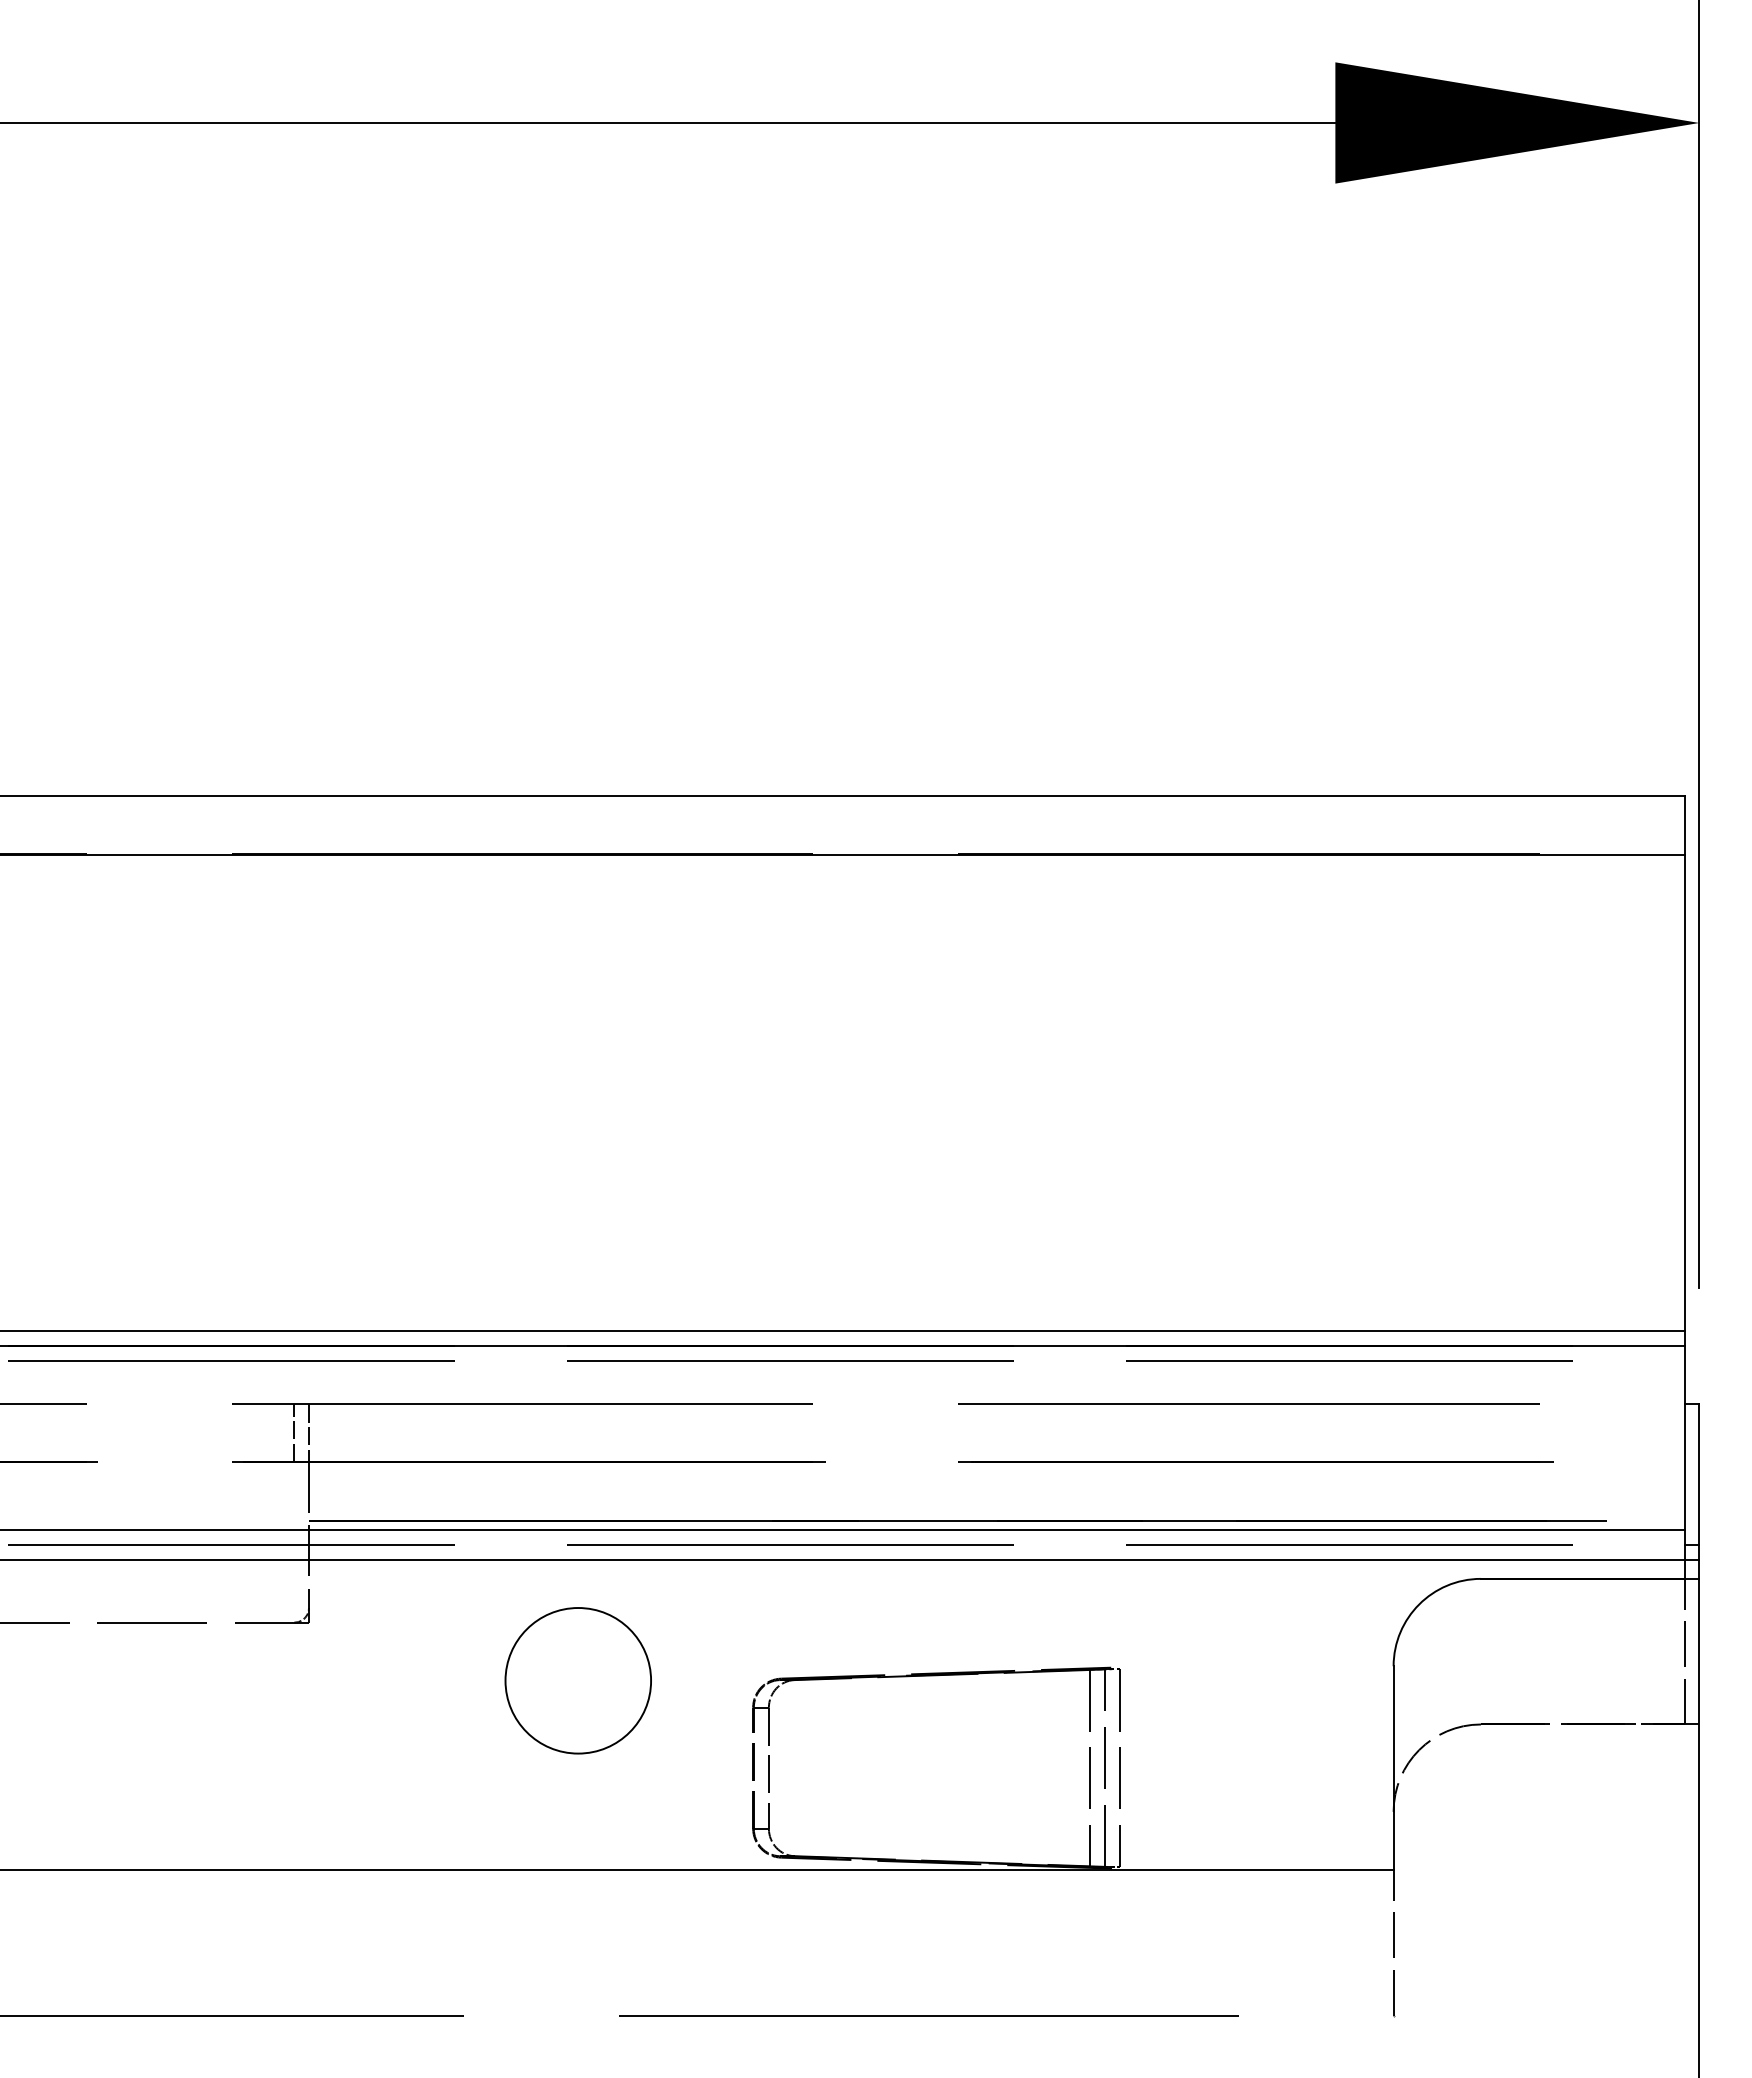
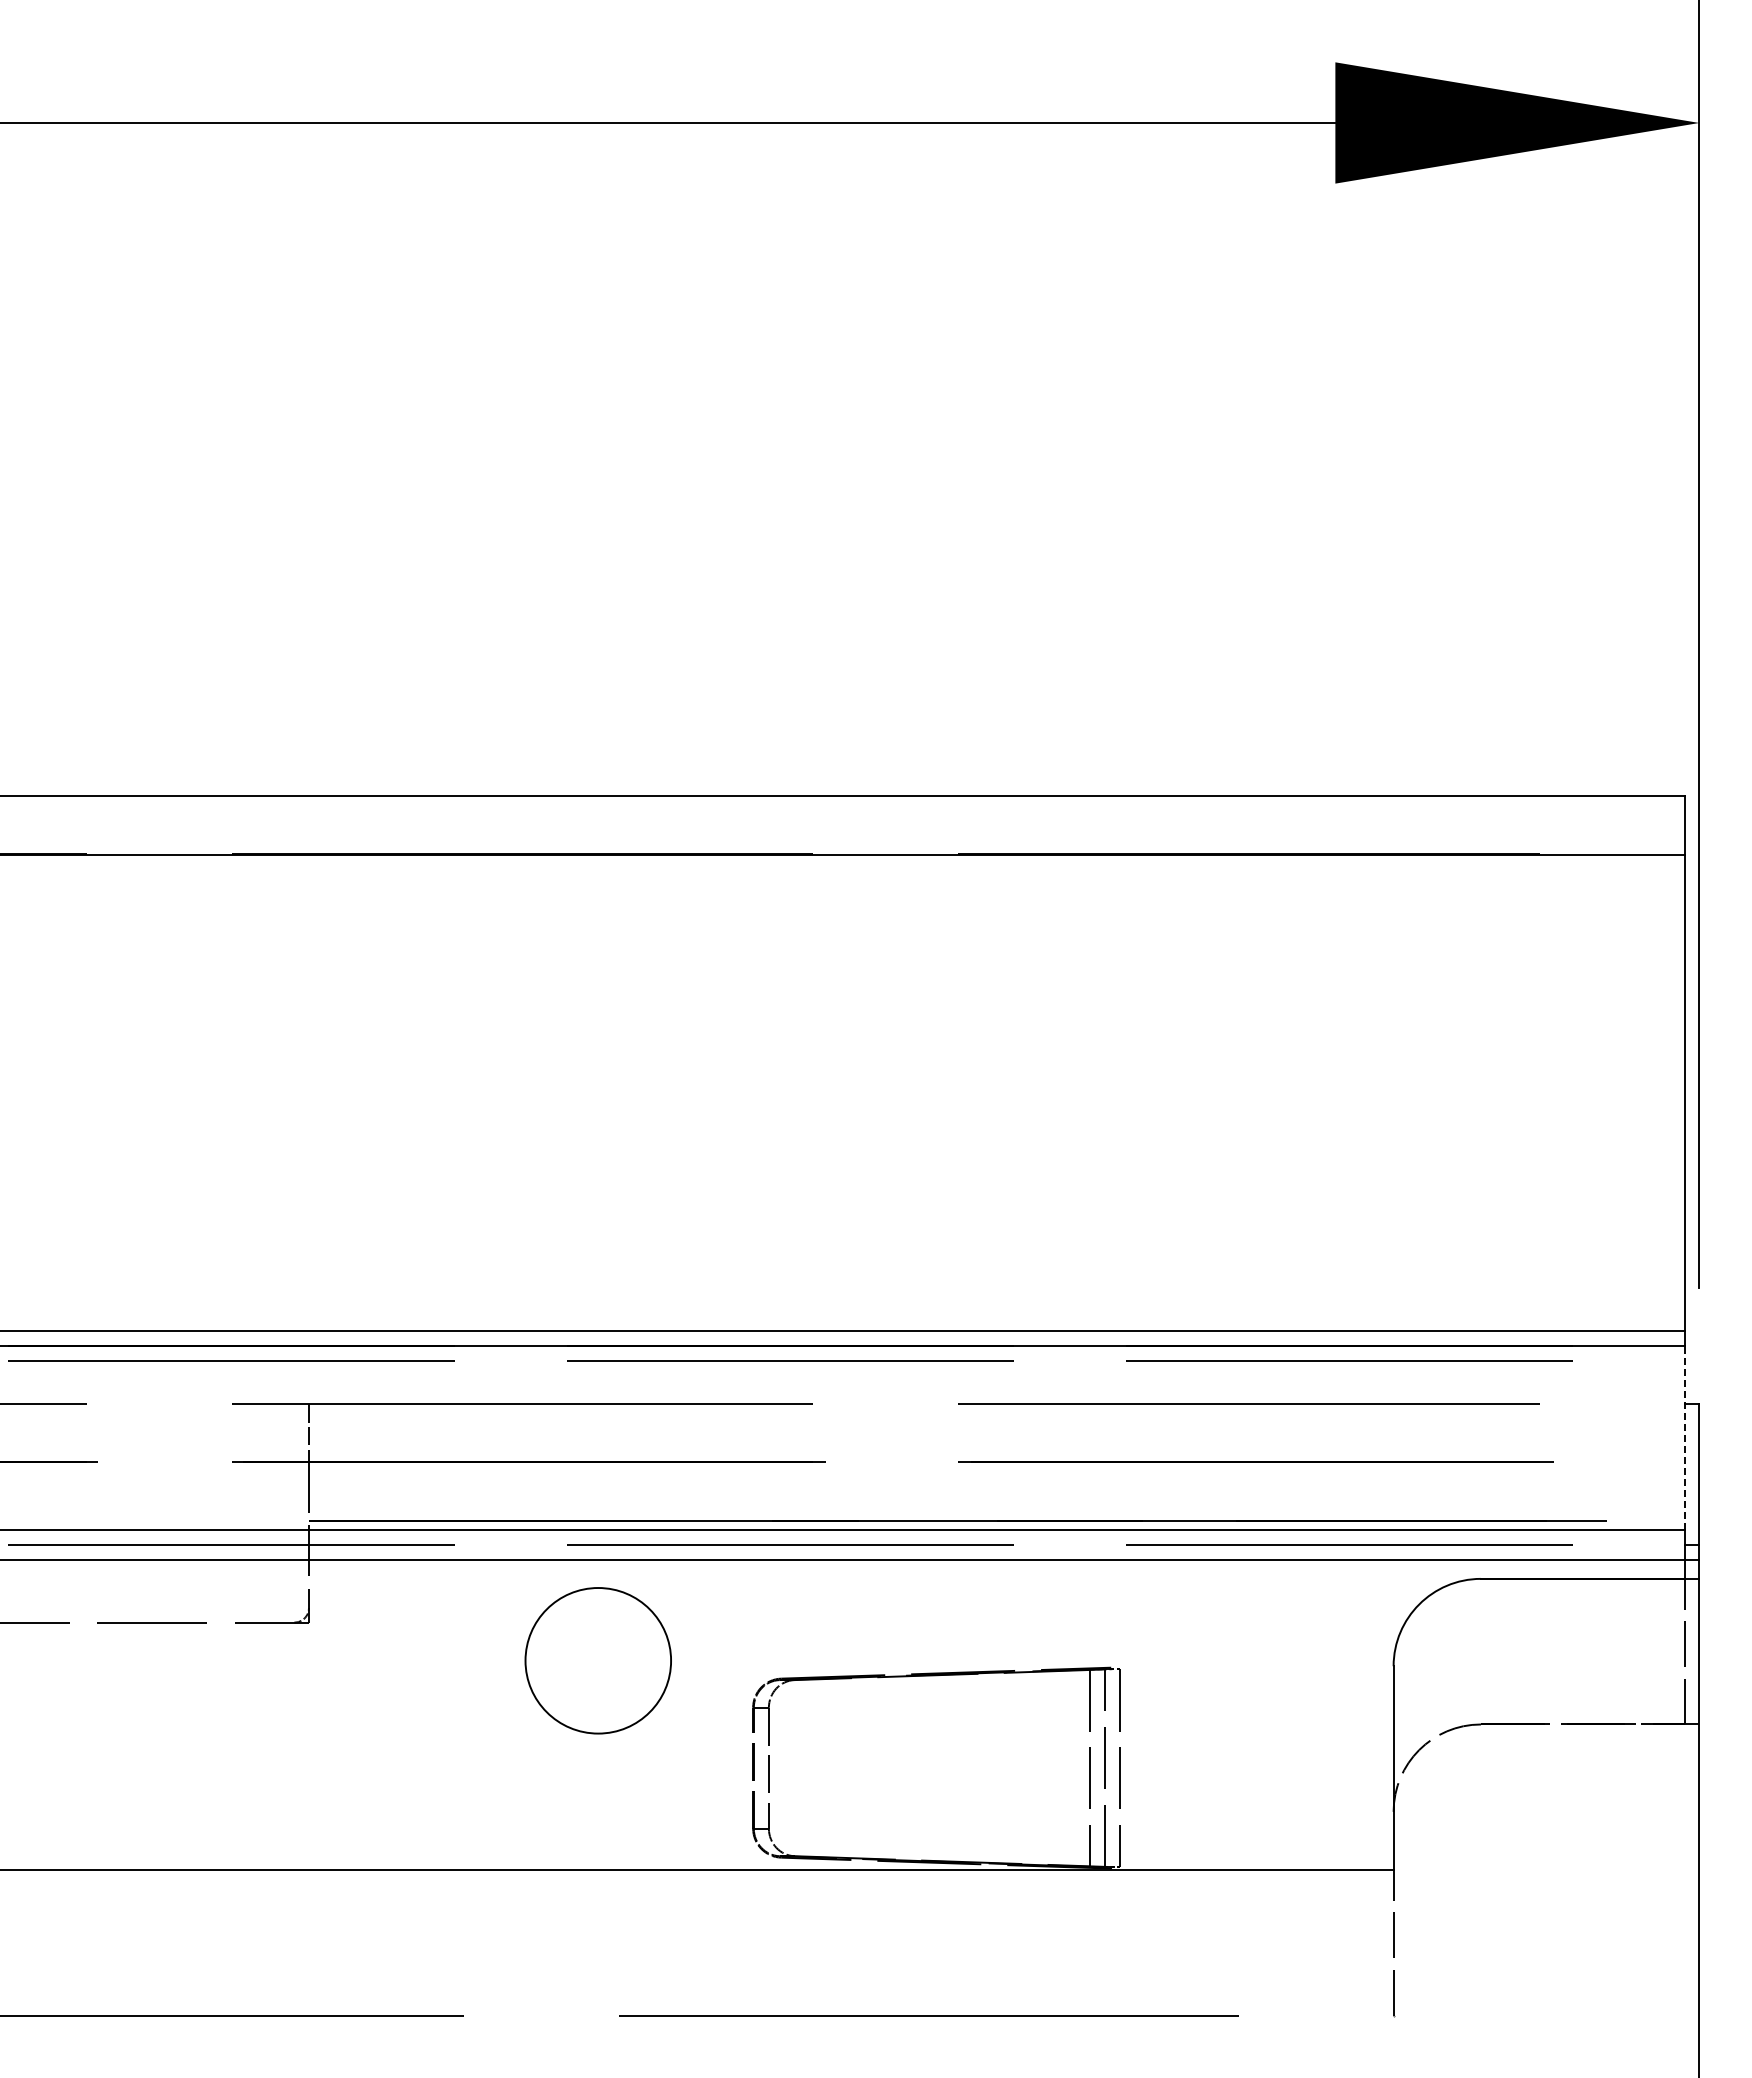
line at (294, 1433): present -> none
line at (1684, 1437): solid -> dashed
circle at (577, 1680) position: (577, 1680) -> (597, 1660)
